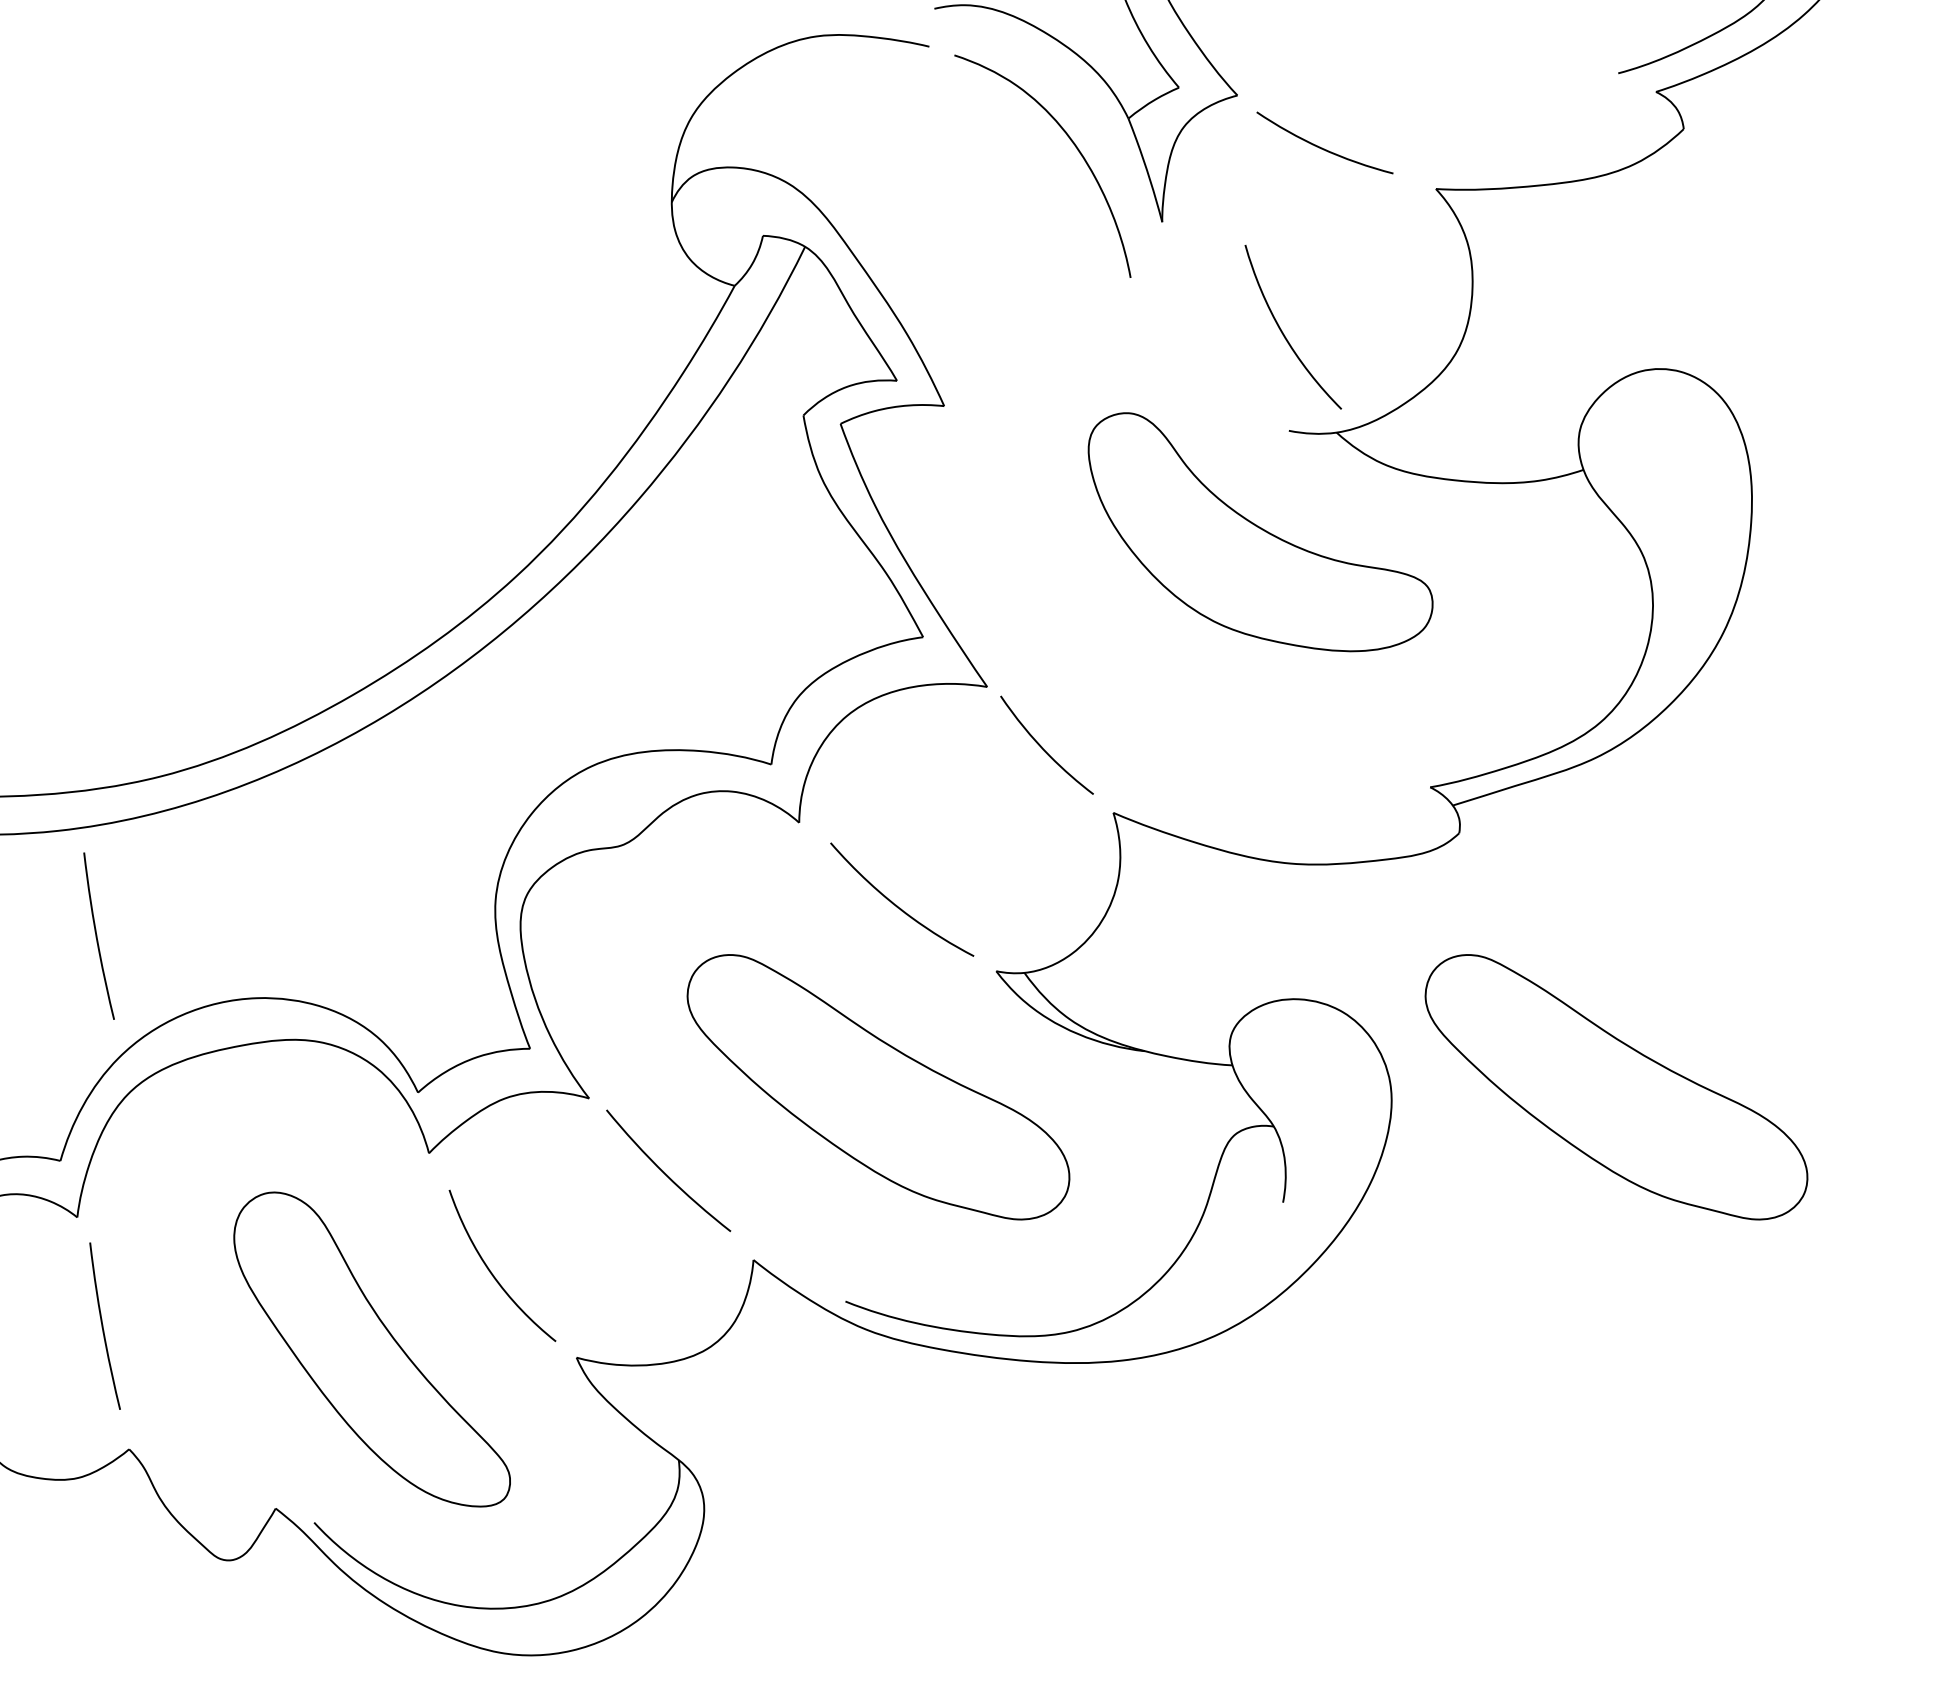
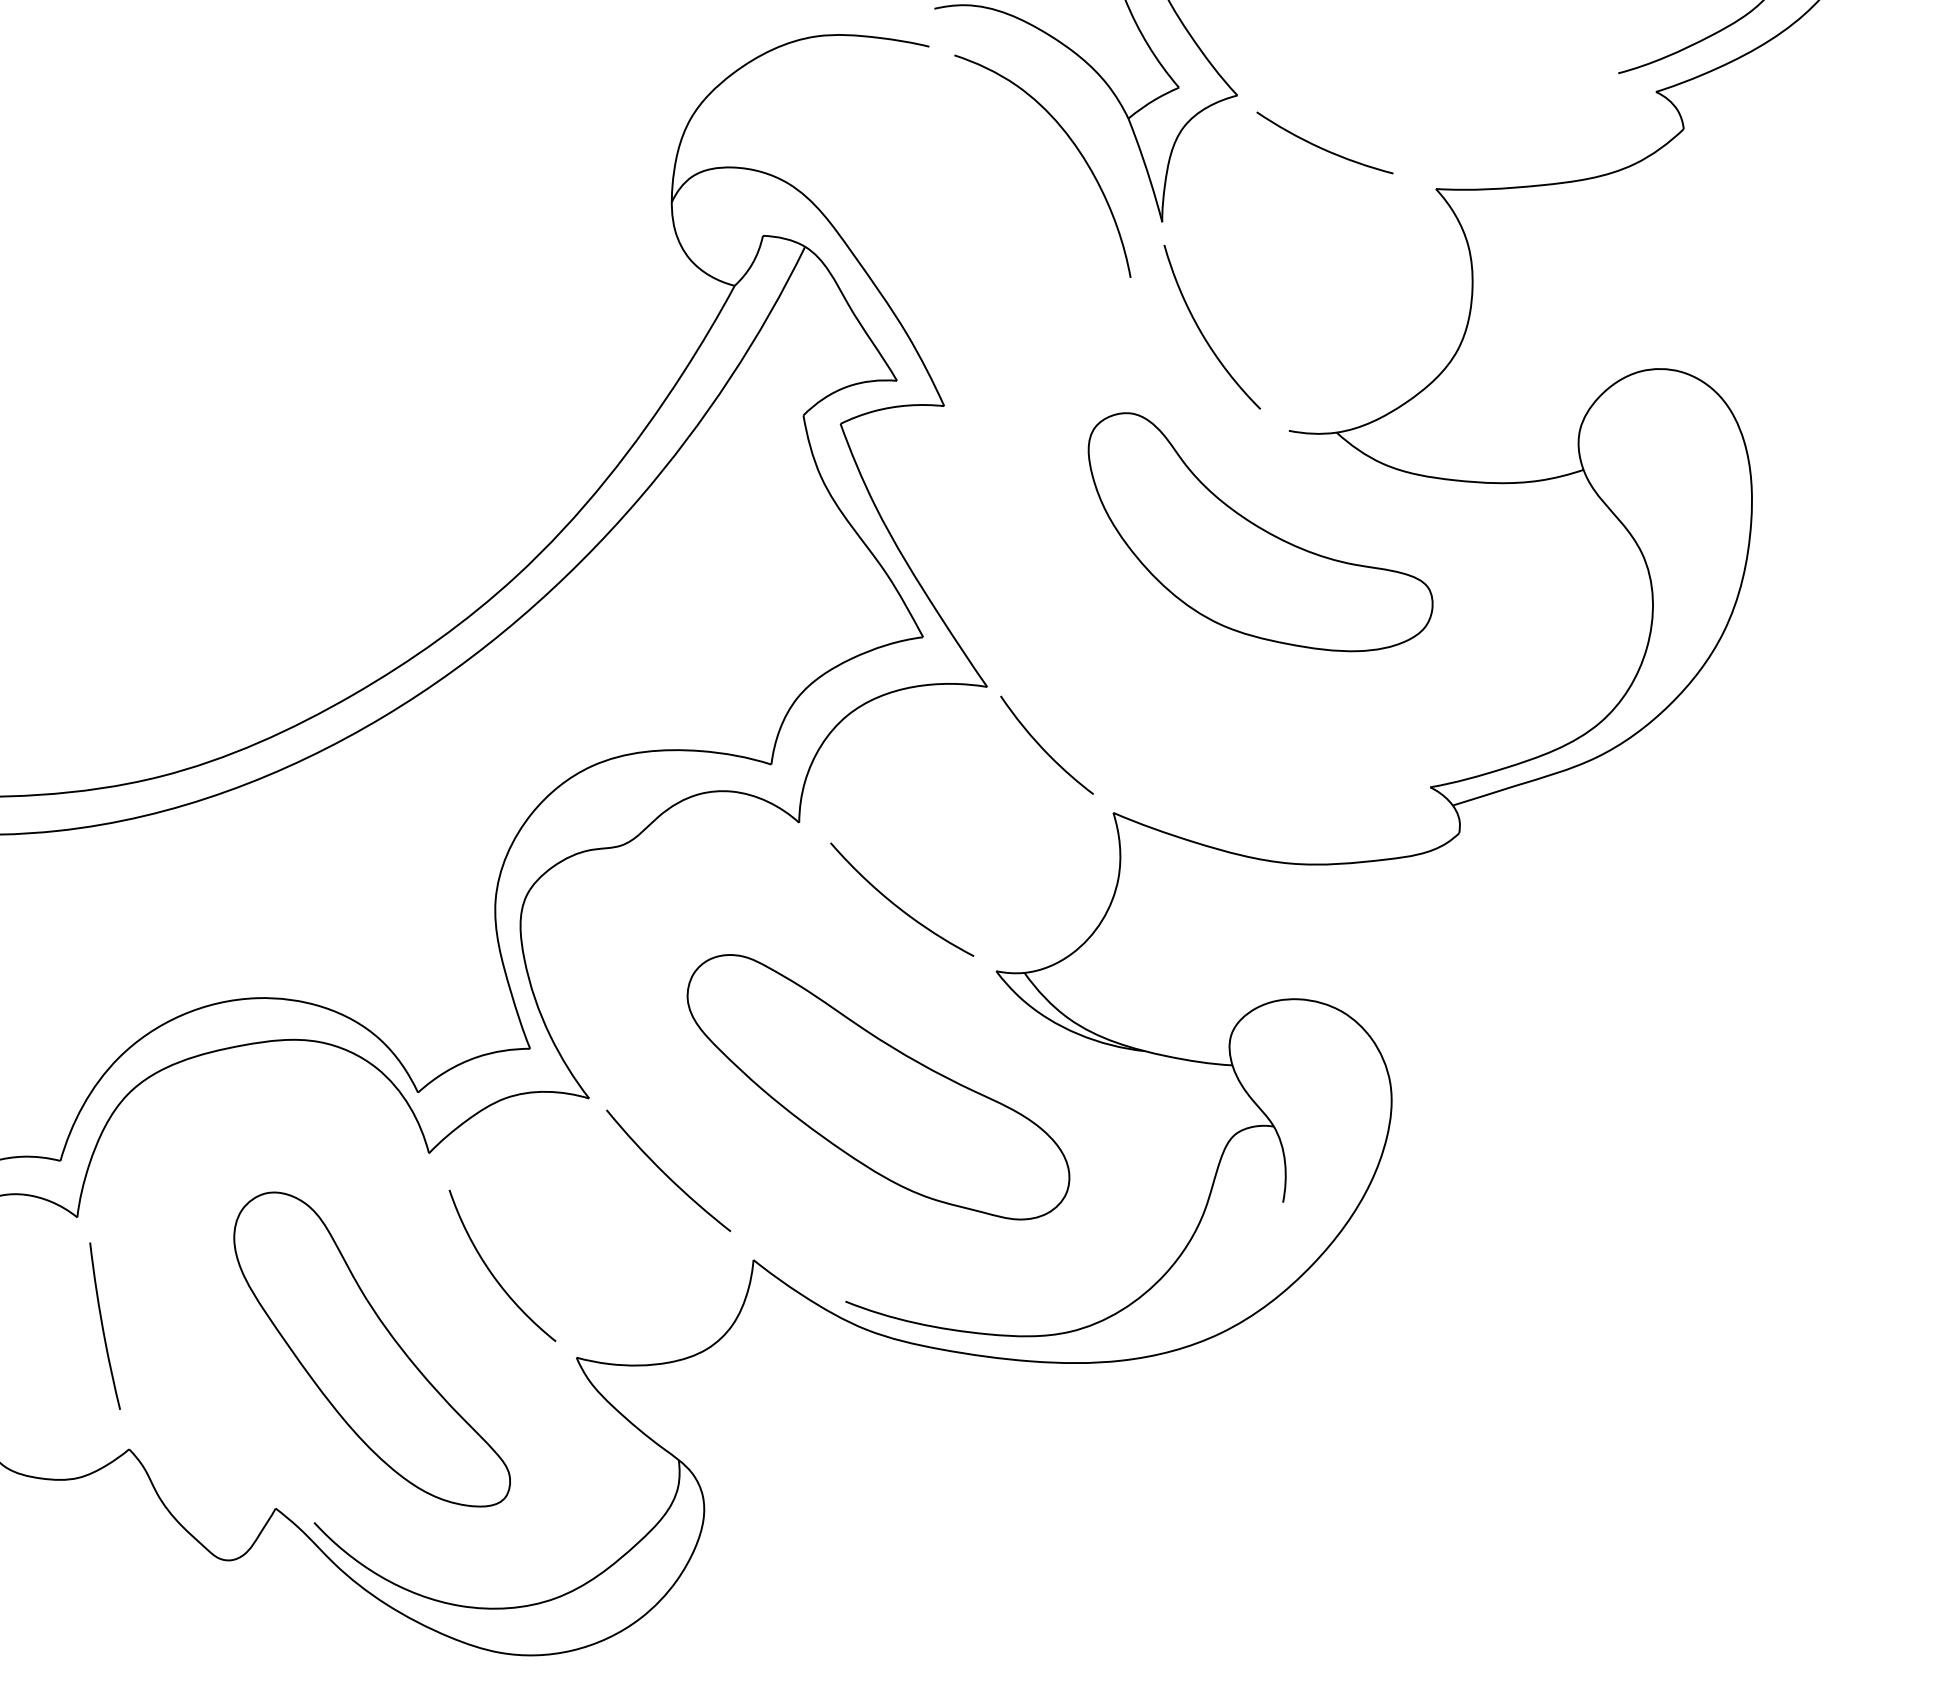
curve at (1283, 332) position: (1283, 332) -> (1202, 332)
curve at (97, 935): present -> none
part at (1616, 1087): present -> none
